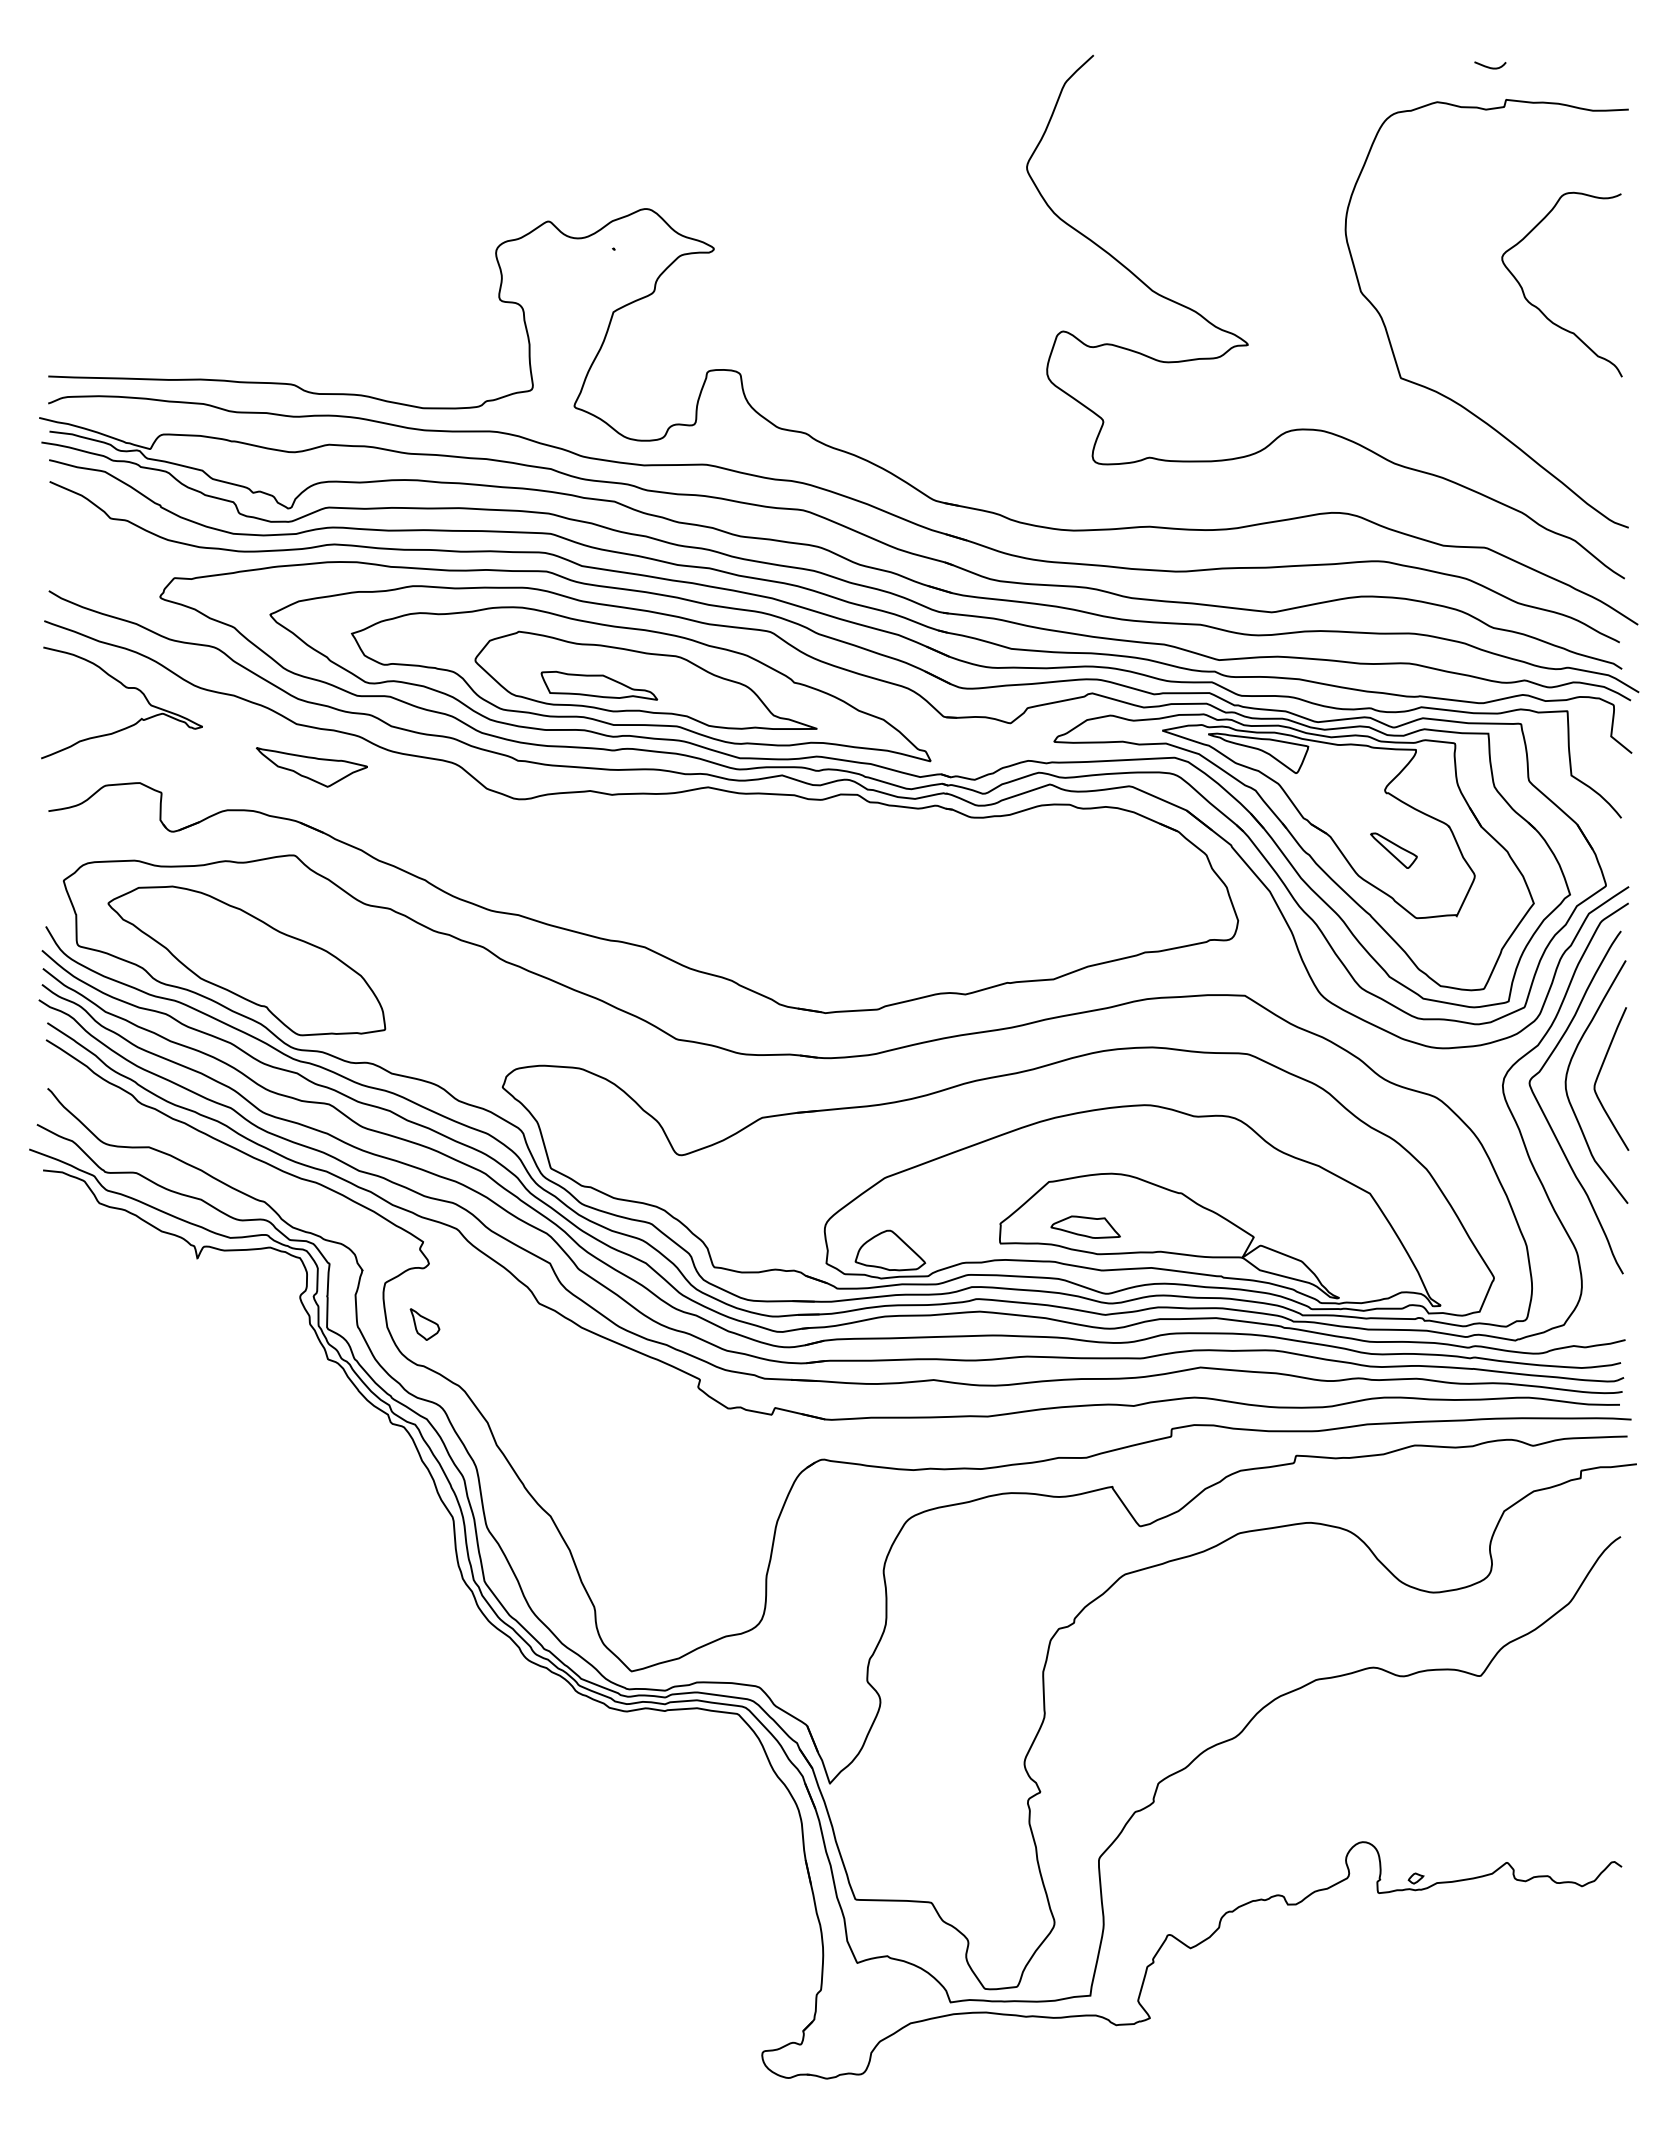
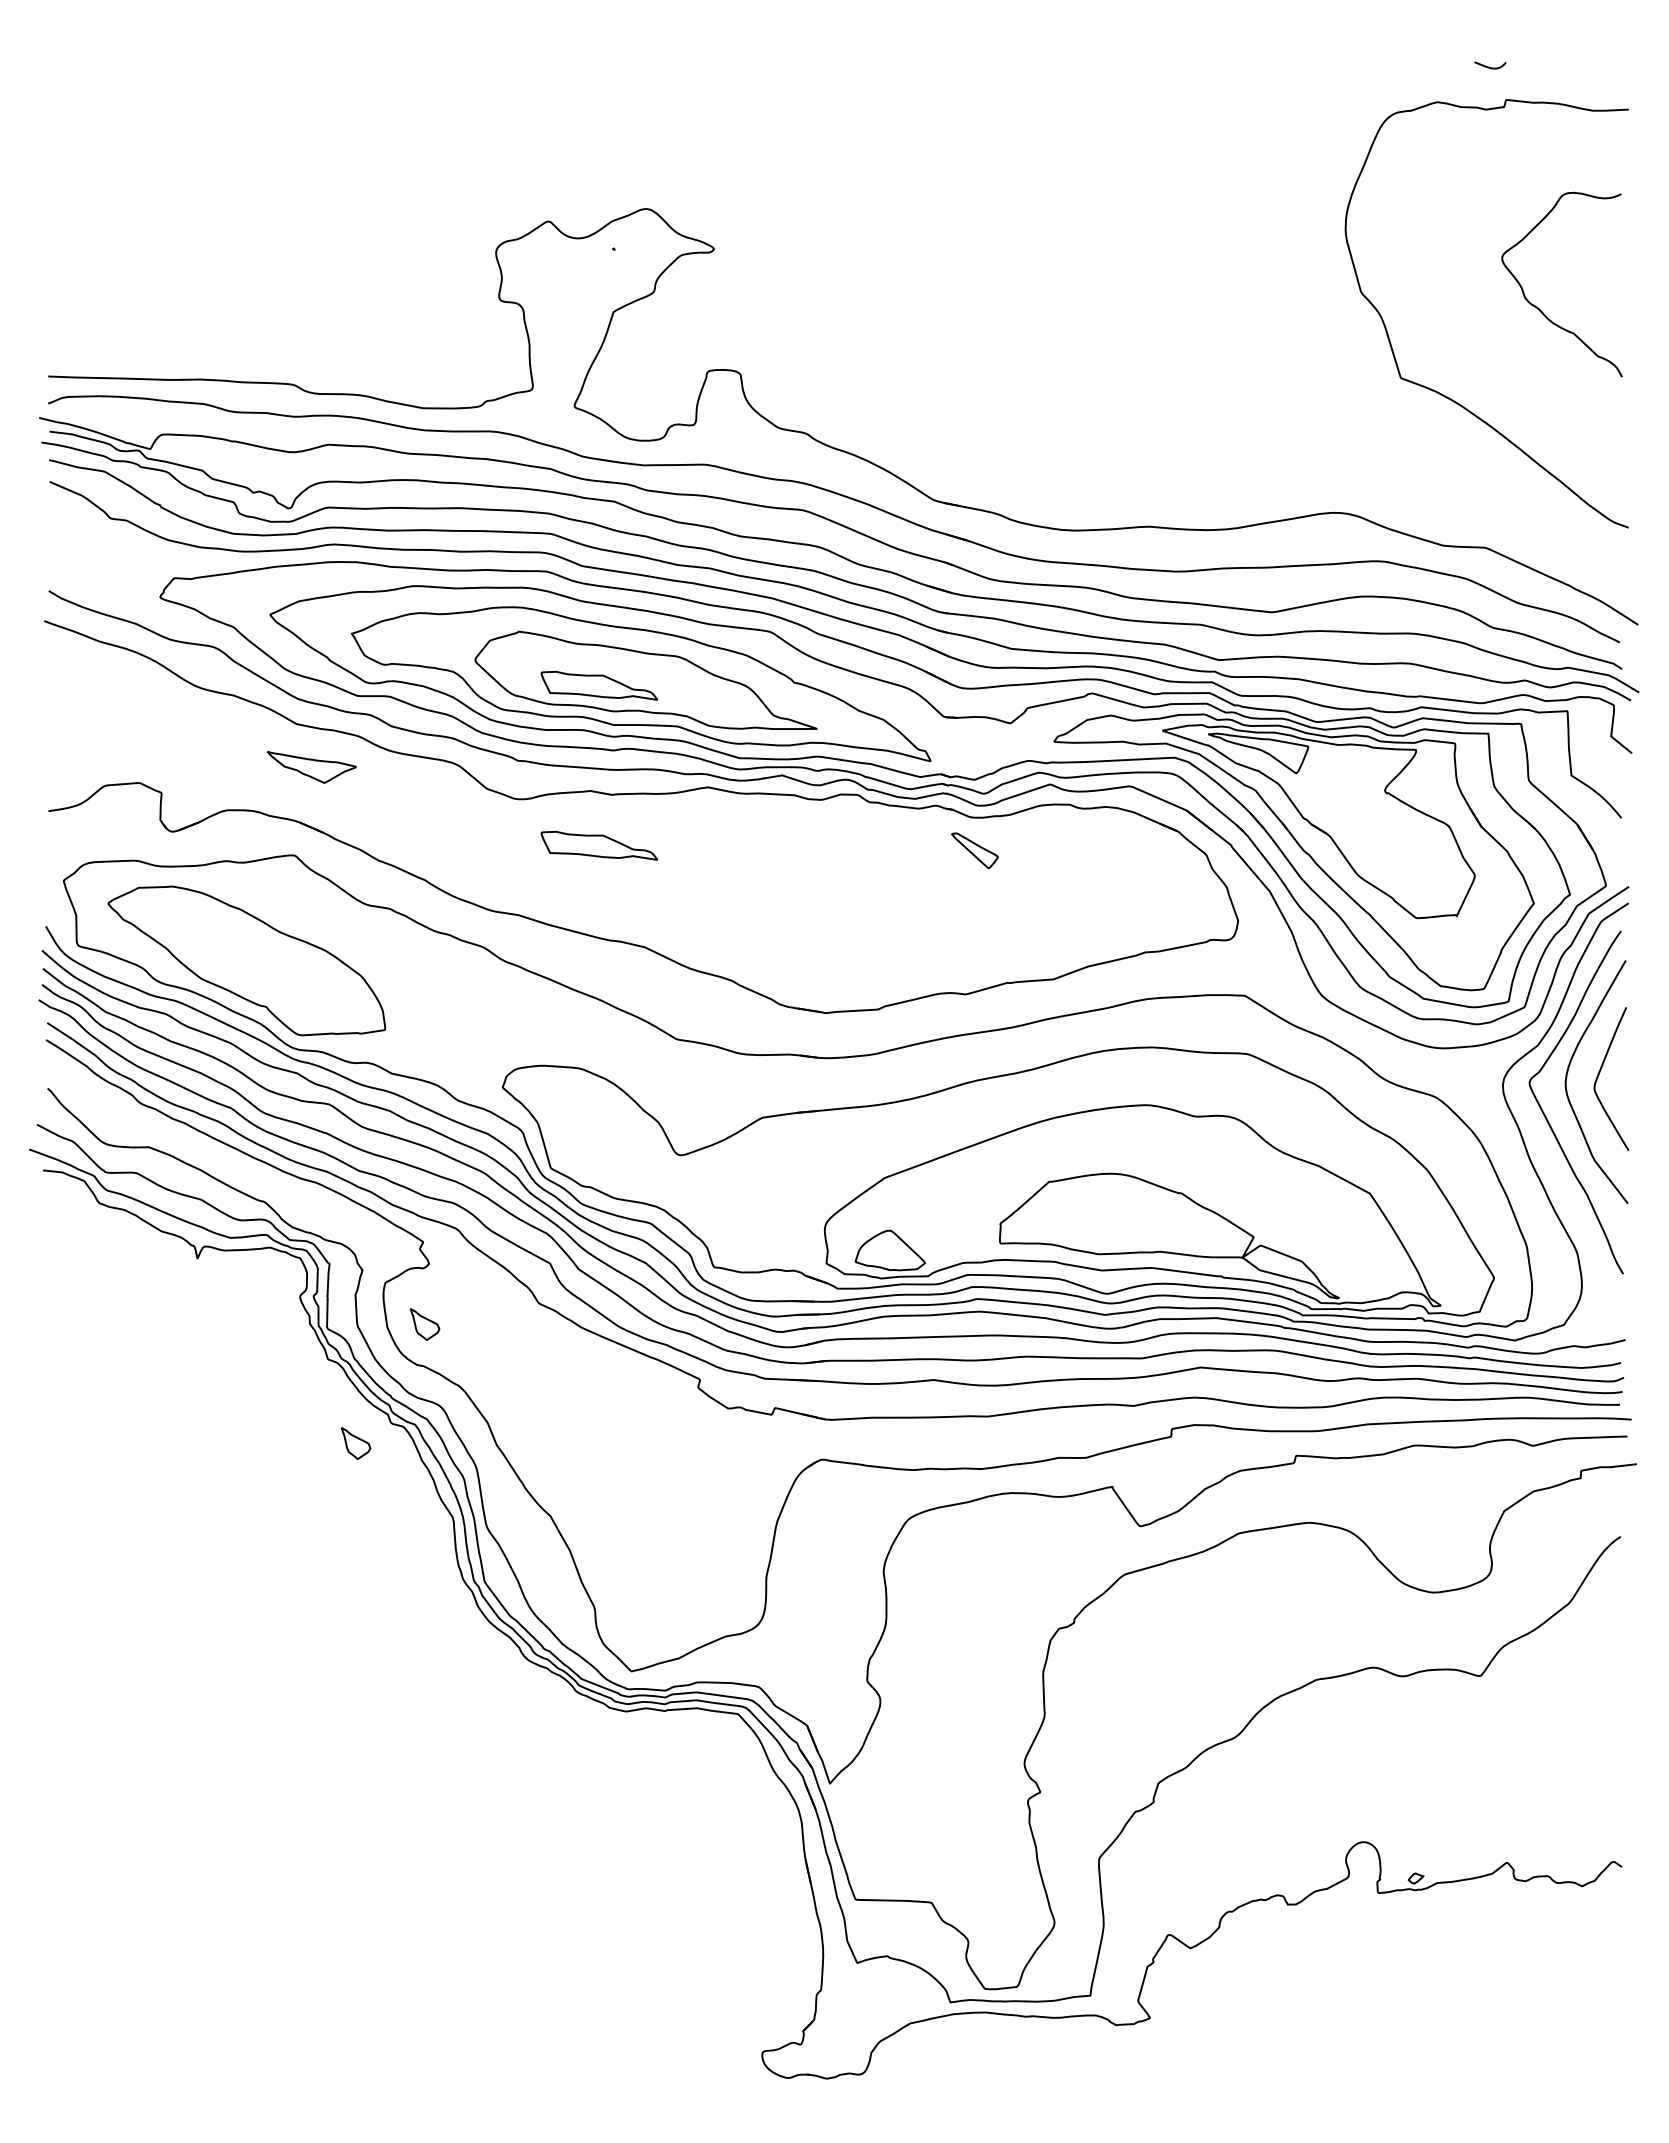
curve at (1248, 343): present -> none
curve at (126, 688): present -> none
part at (311, 767) size: 113x41 px -> 91x33 px
part at (599, 845): none -> present
part at (1393, 850) position: (1393, 850) -> (974, 850)
part at (1085, 1226): present -> none
part at (355, 1443): none -> present
